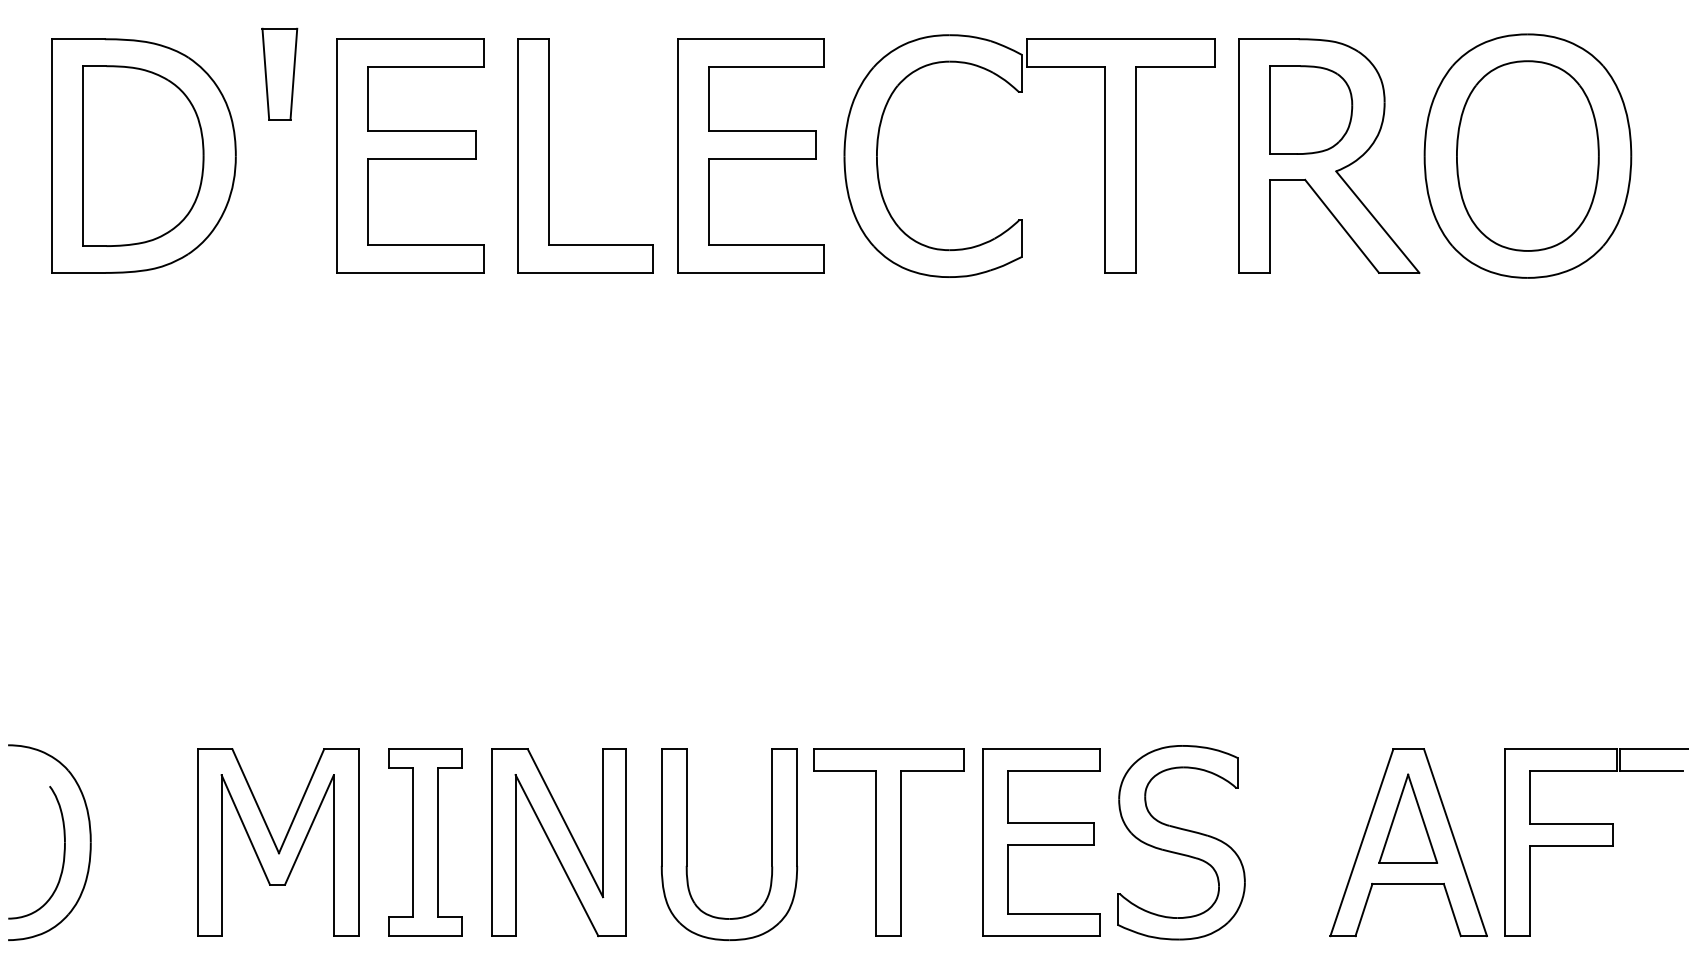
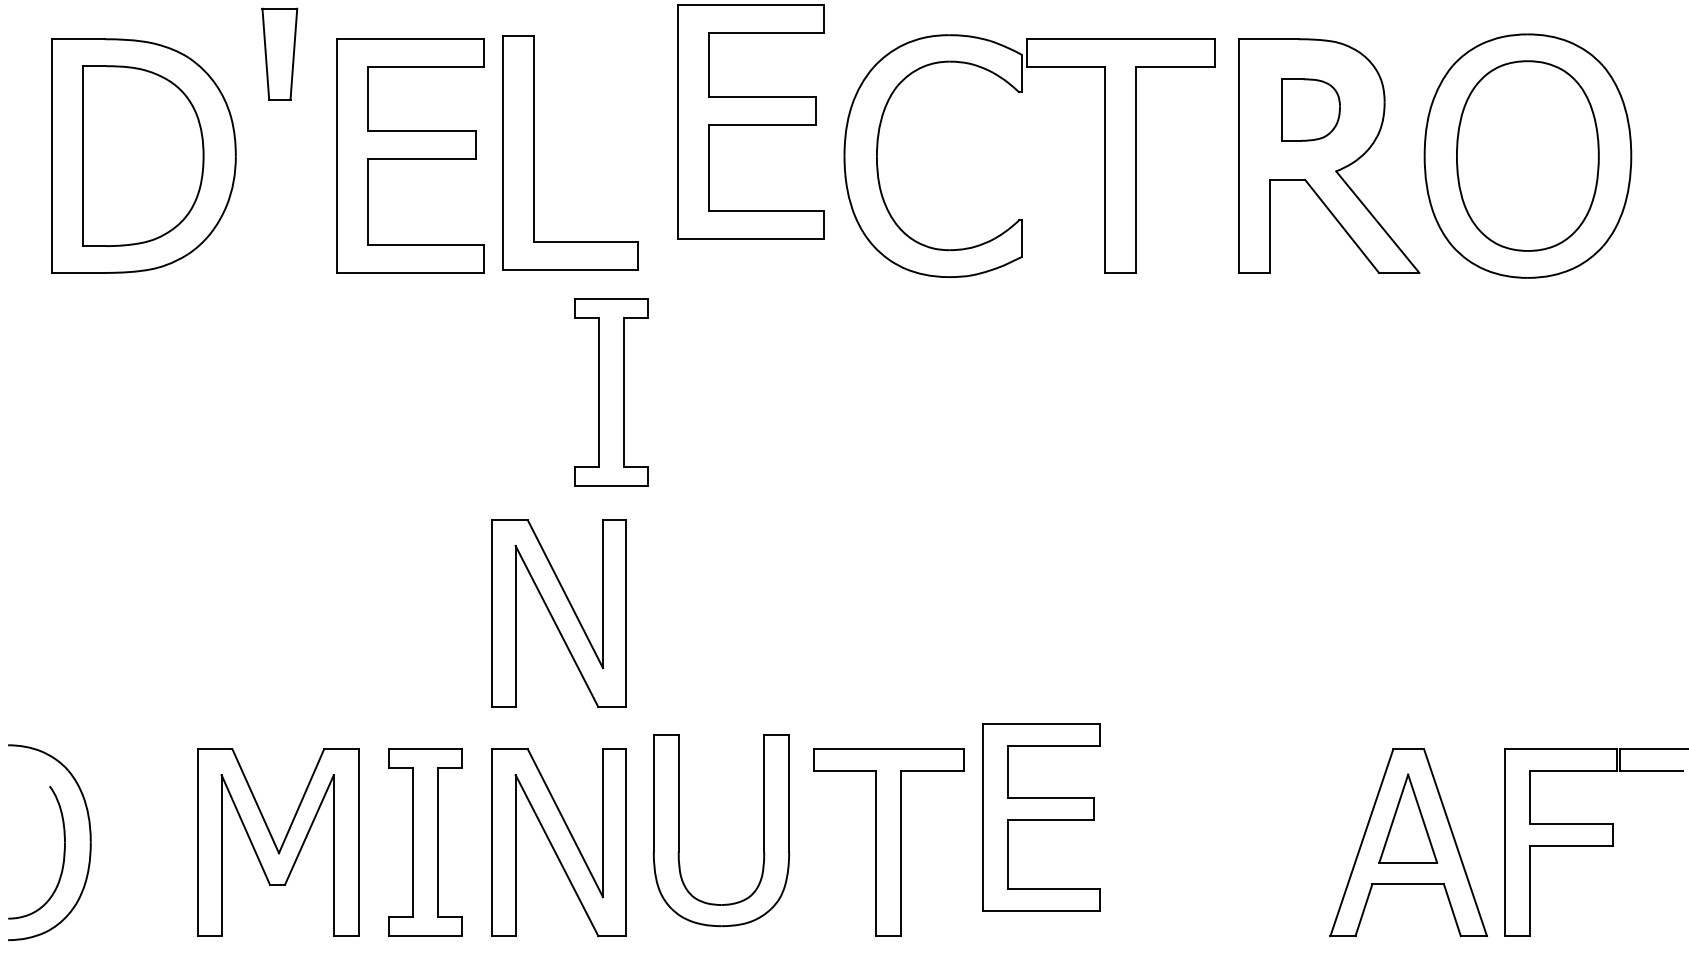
part at (279, 73) position: (279, 73) -> (279, 53)
part at (1311, 109) size: 85x90 px -> 60x64 px
part at (549, 155) position: (549, 155) -> (534, 152)
part at (750, 155) position: (750, 155) -> (750, 121)
part at (611, 392): none -> present
part at (558, 613): none -> present
part at (1041, 842) position: (1041, 842) -> (1041, 817)
part at (1181, 842): present -> none
part at (687, 844) position: (687, 844) -> (679, 830)
